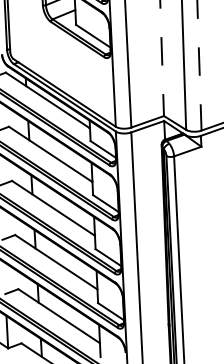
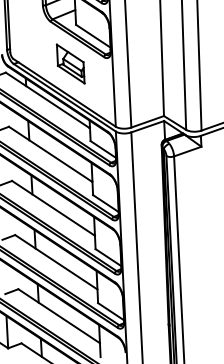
line at (162, 58): dashed -> solid
part at (70, 63): none -> present
line at (199, 65): dashed -> solid
